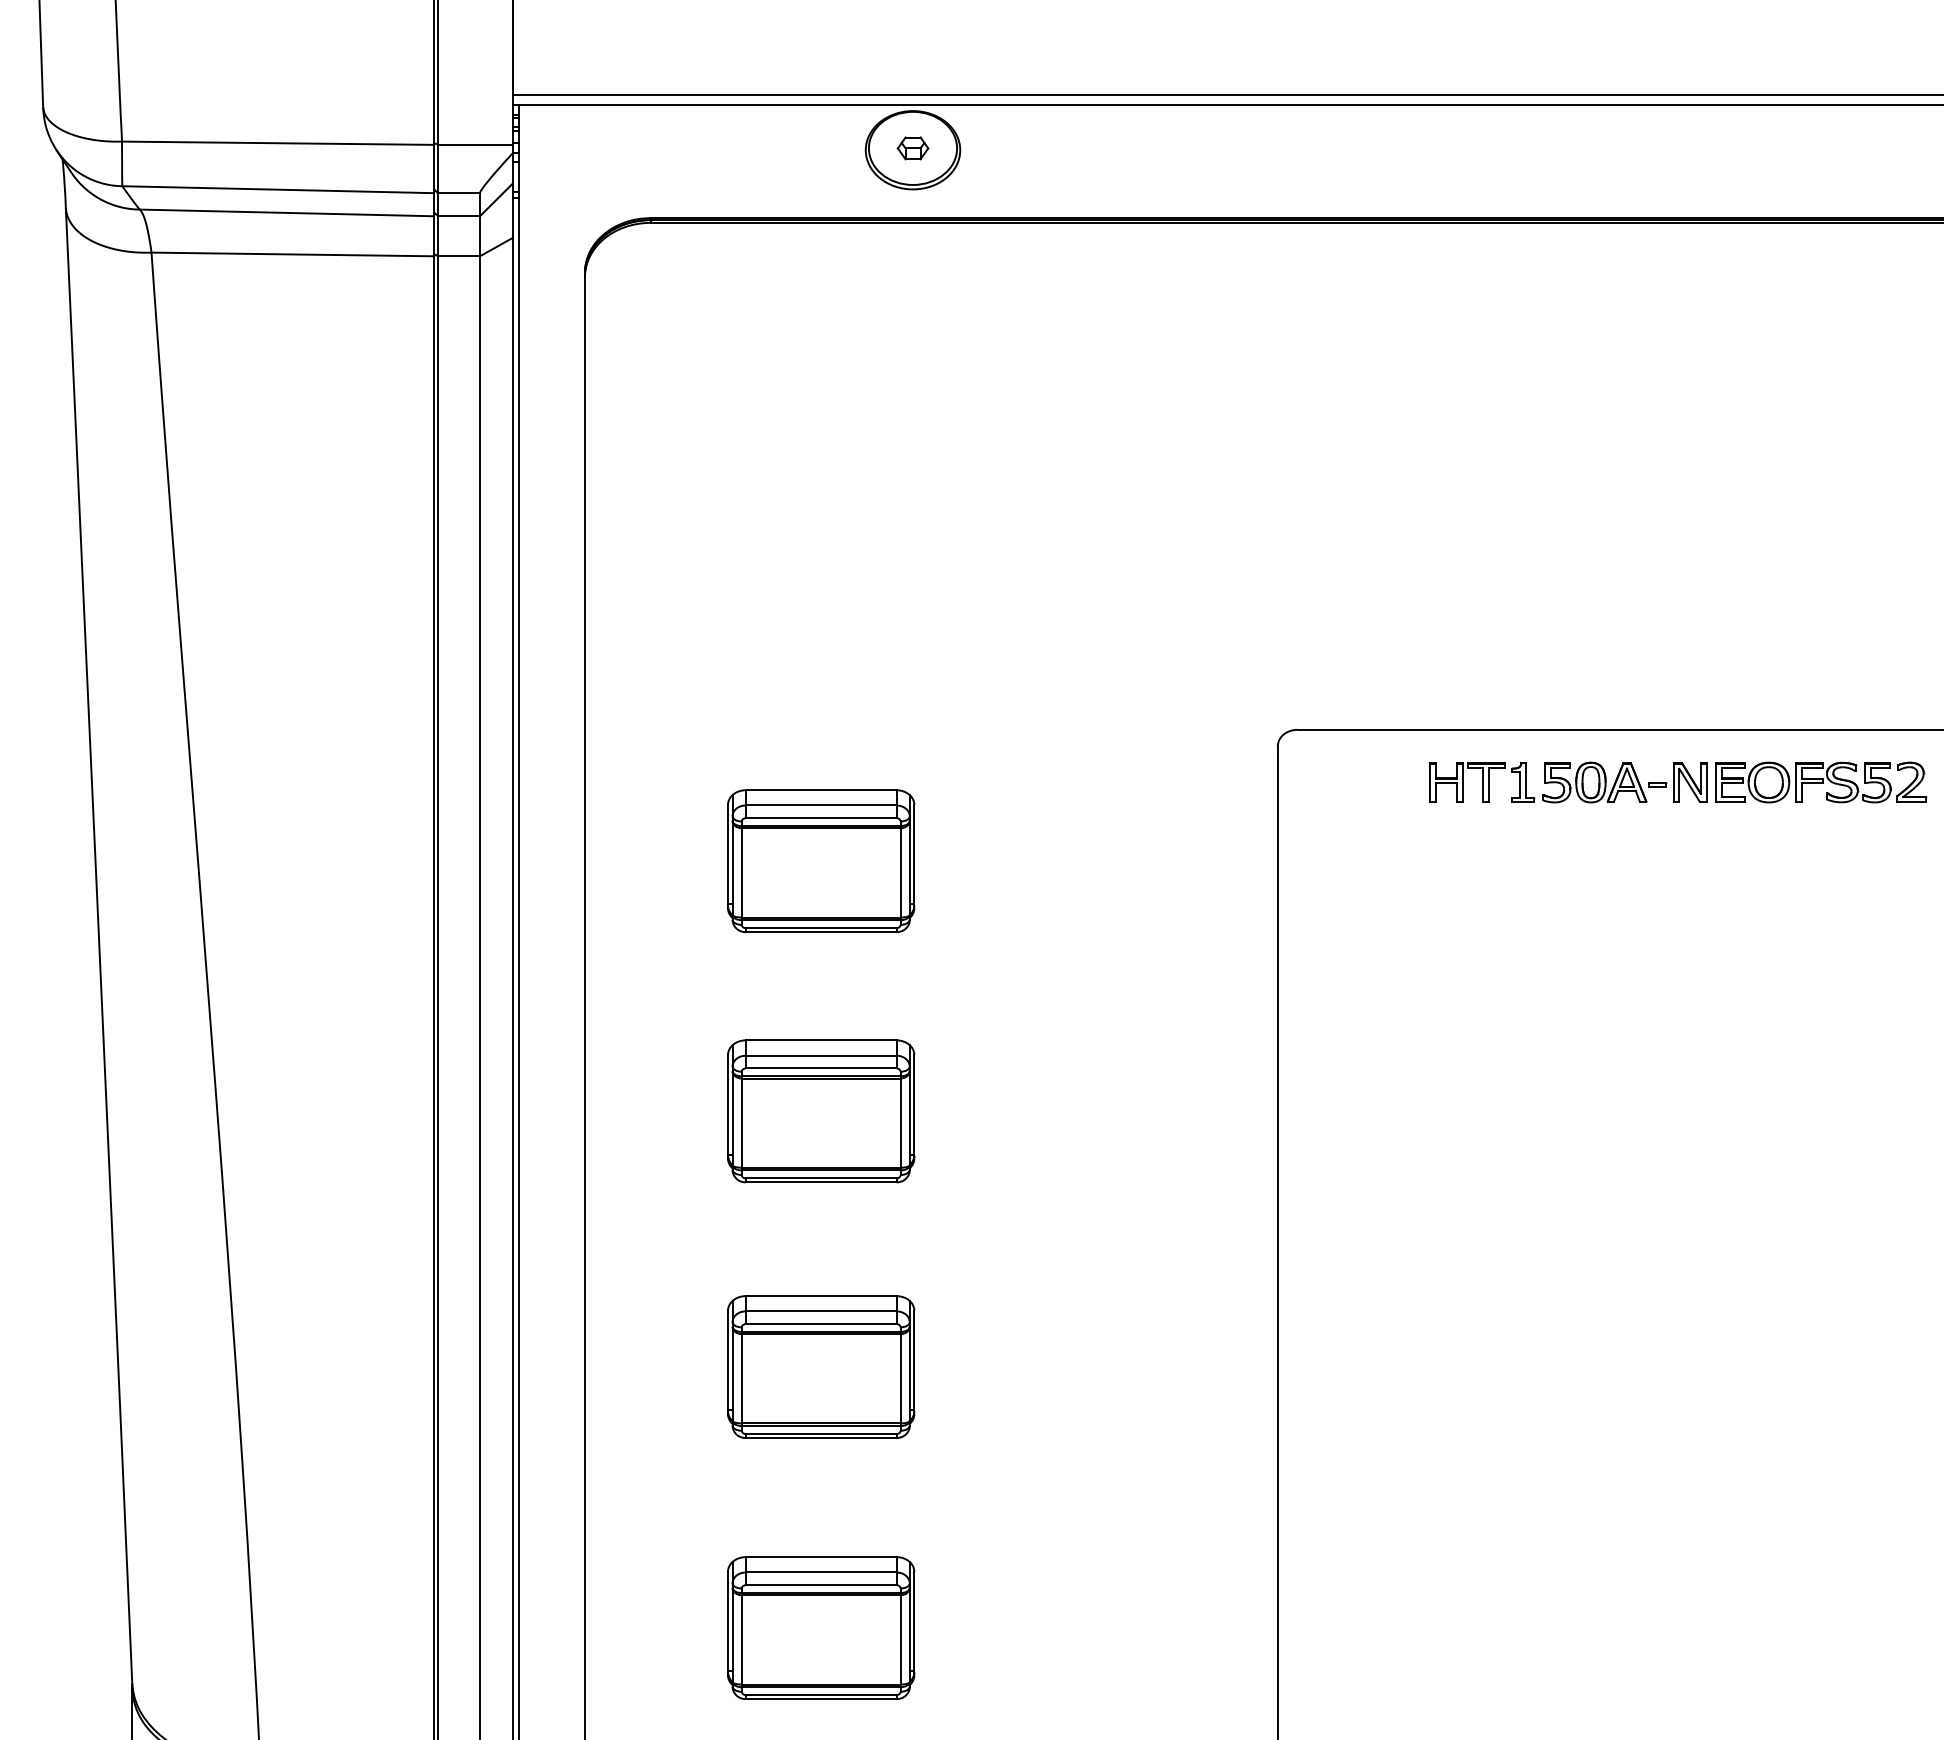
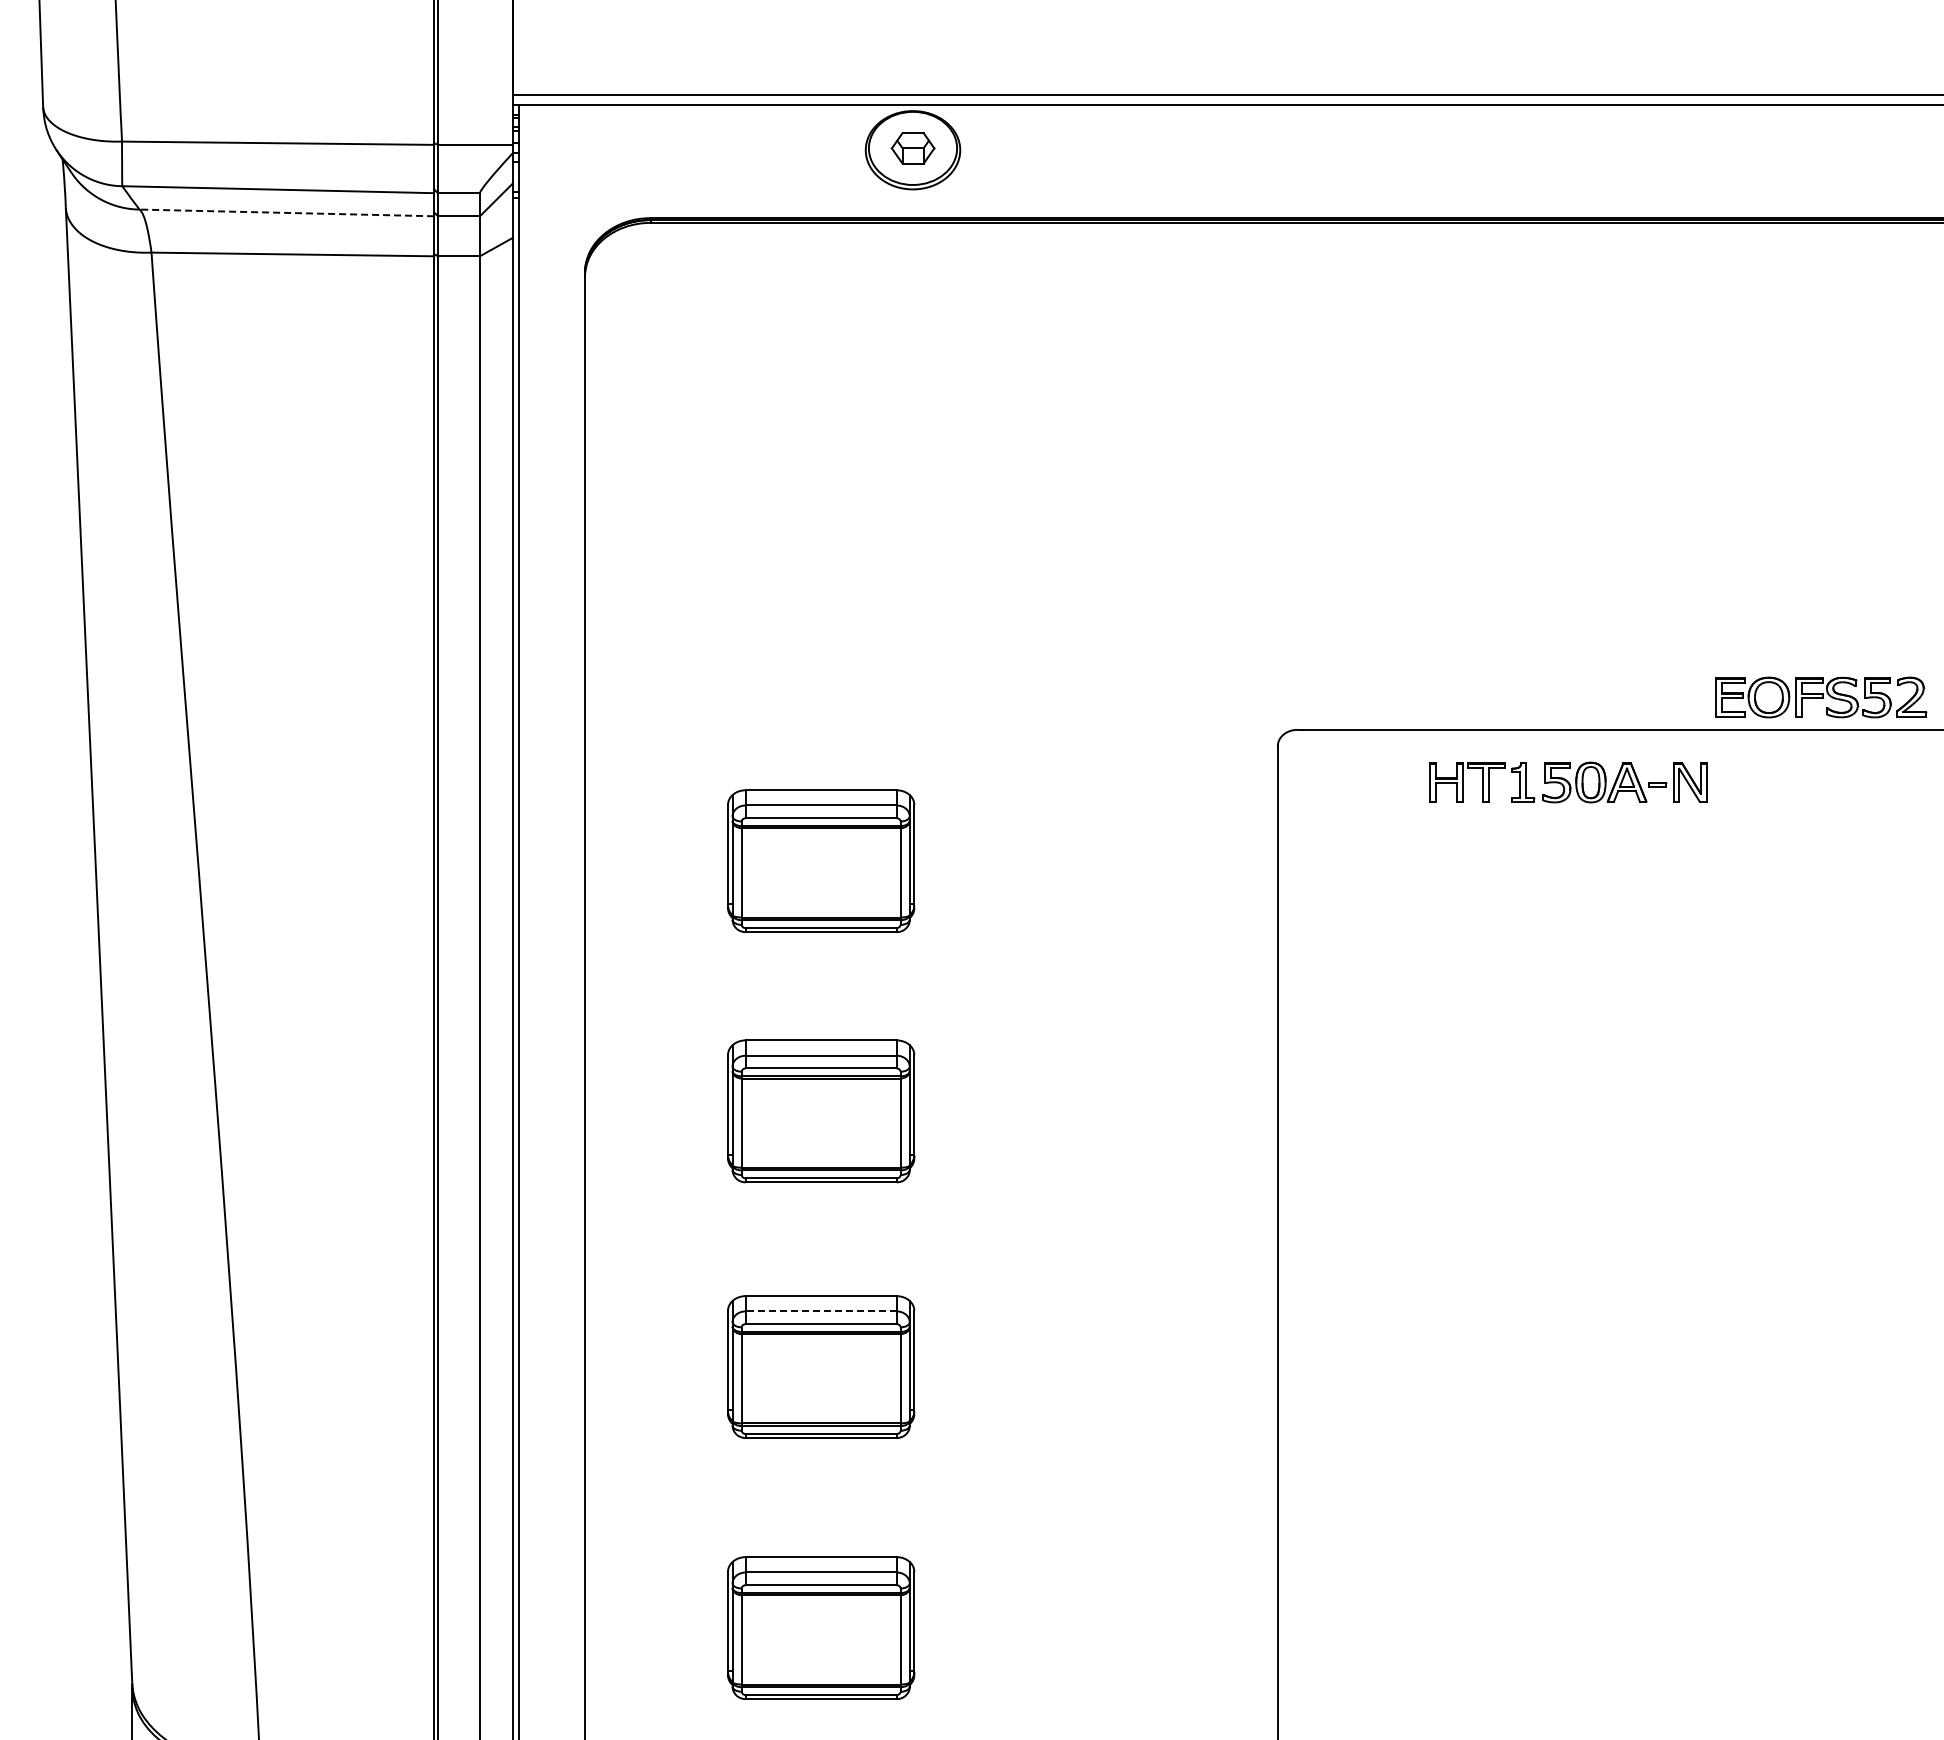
part at (912, 148) size: 34x25 px -> 46x33 px
line at (286, 212): solid -> dashed
part at (1821, 782) position: (1821, 782) -> (1821, 697)
line at (820, 1311): solid -> dashed
